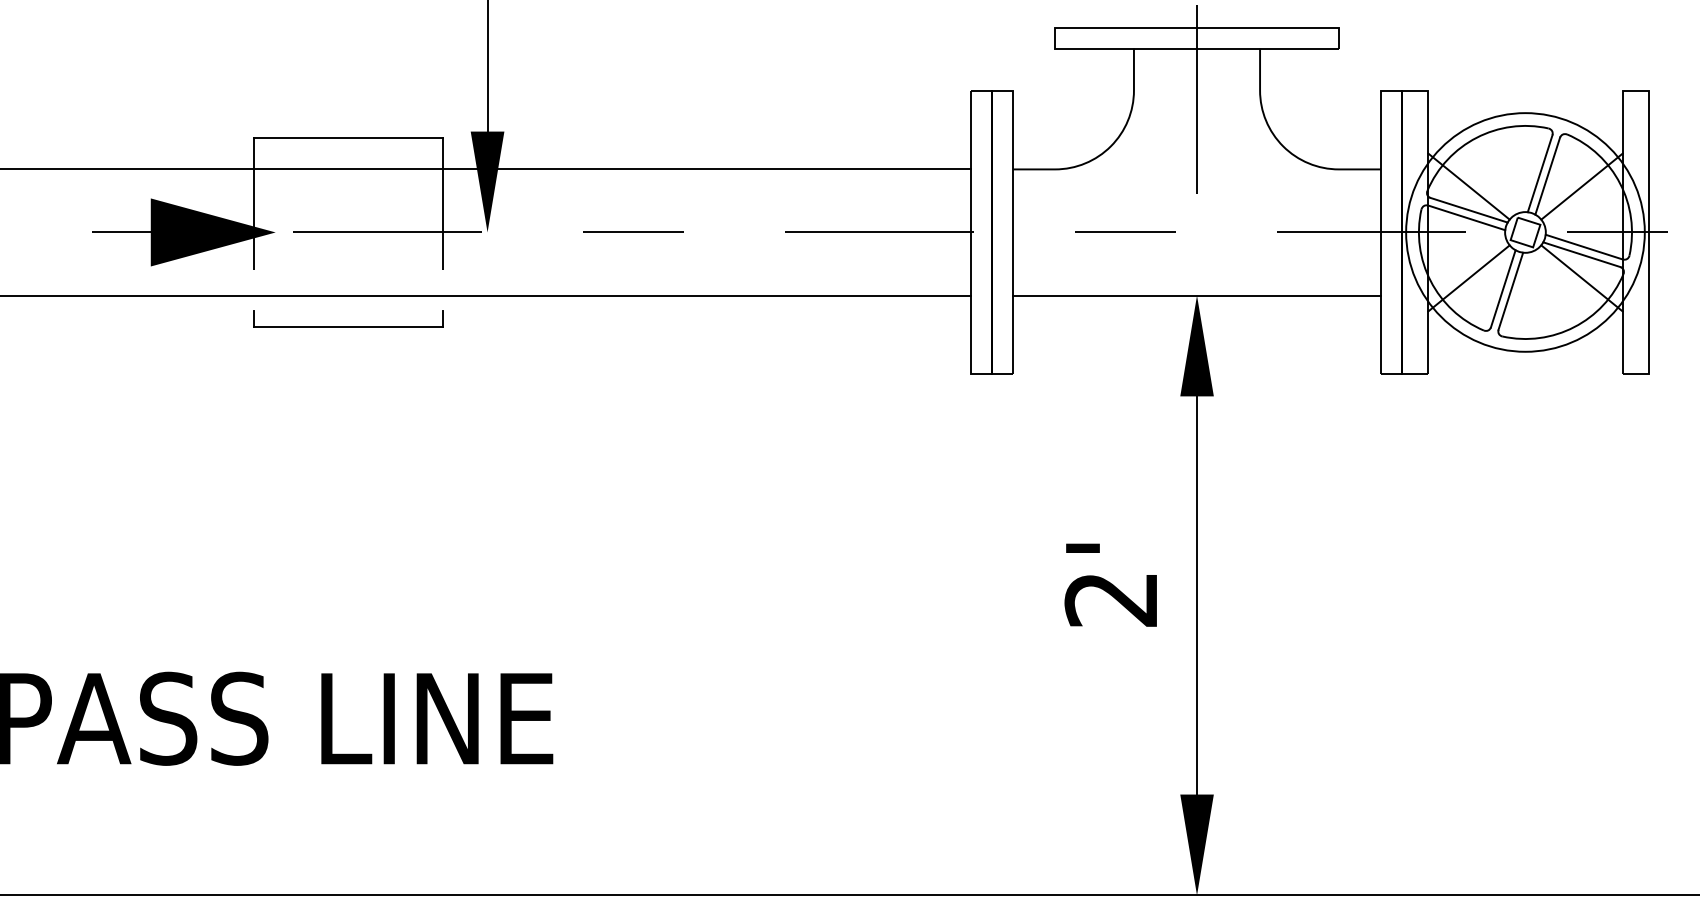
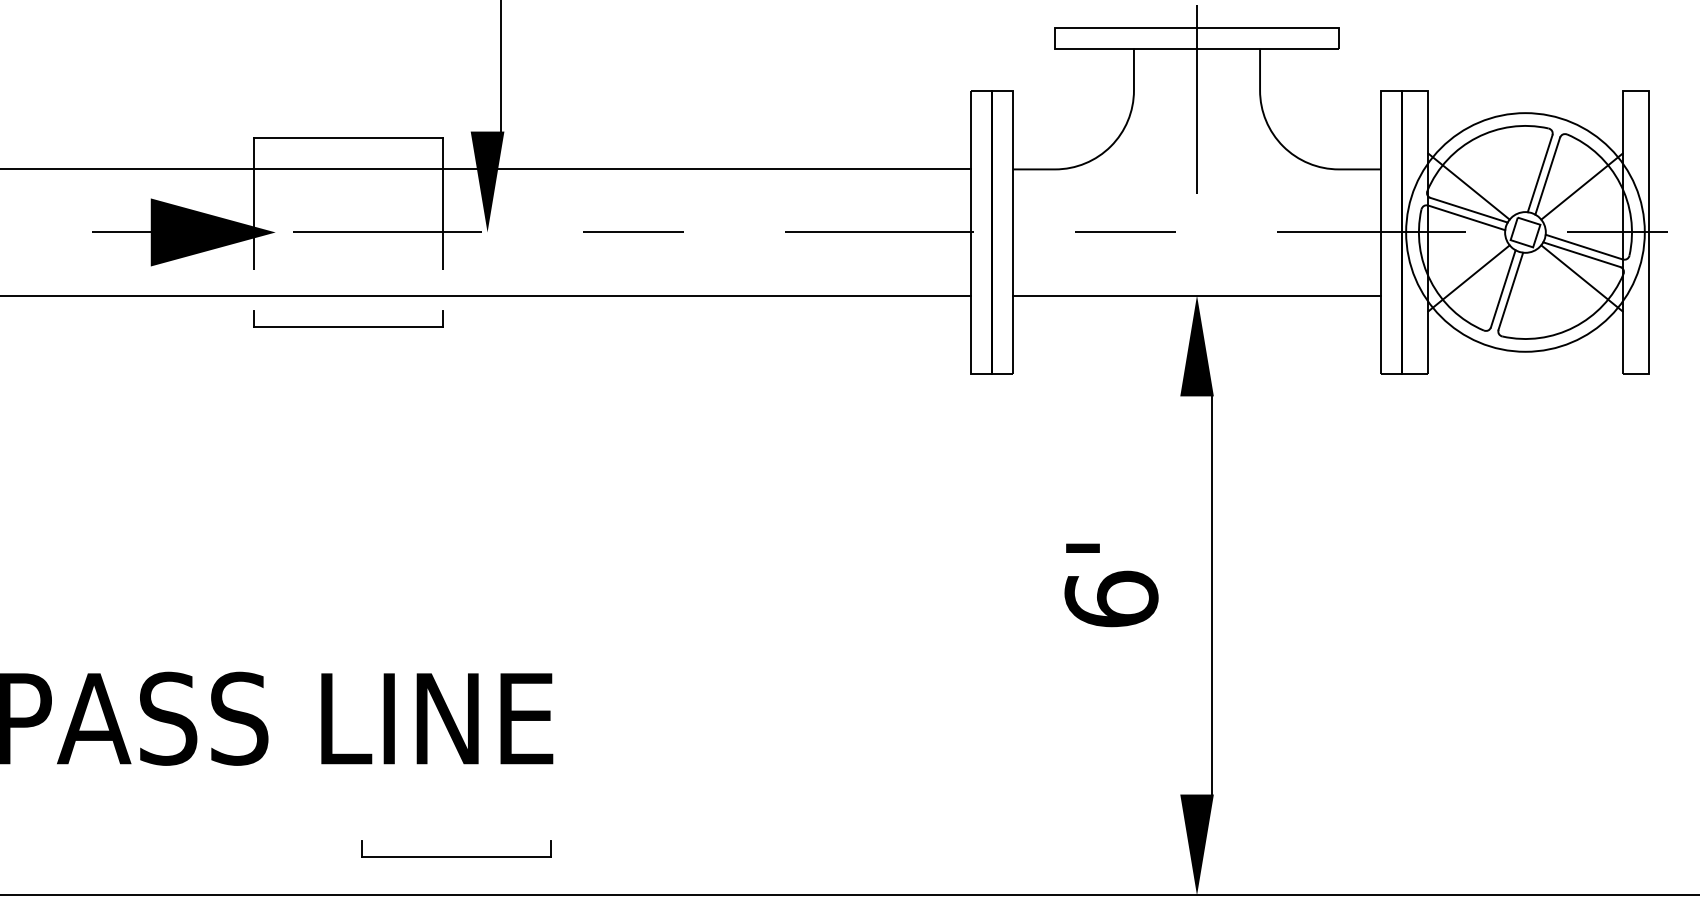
line at (487, 66) position: (487, 66) -> (500, 66)
line at (1197, 595) position: (1197, 595) -> (1212, 595)
text at (1111, 598): 2' -> 6'
part at (456, 856): none -> present
